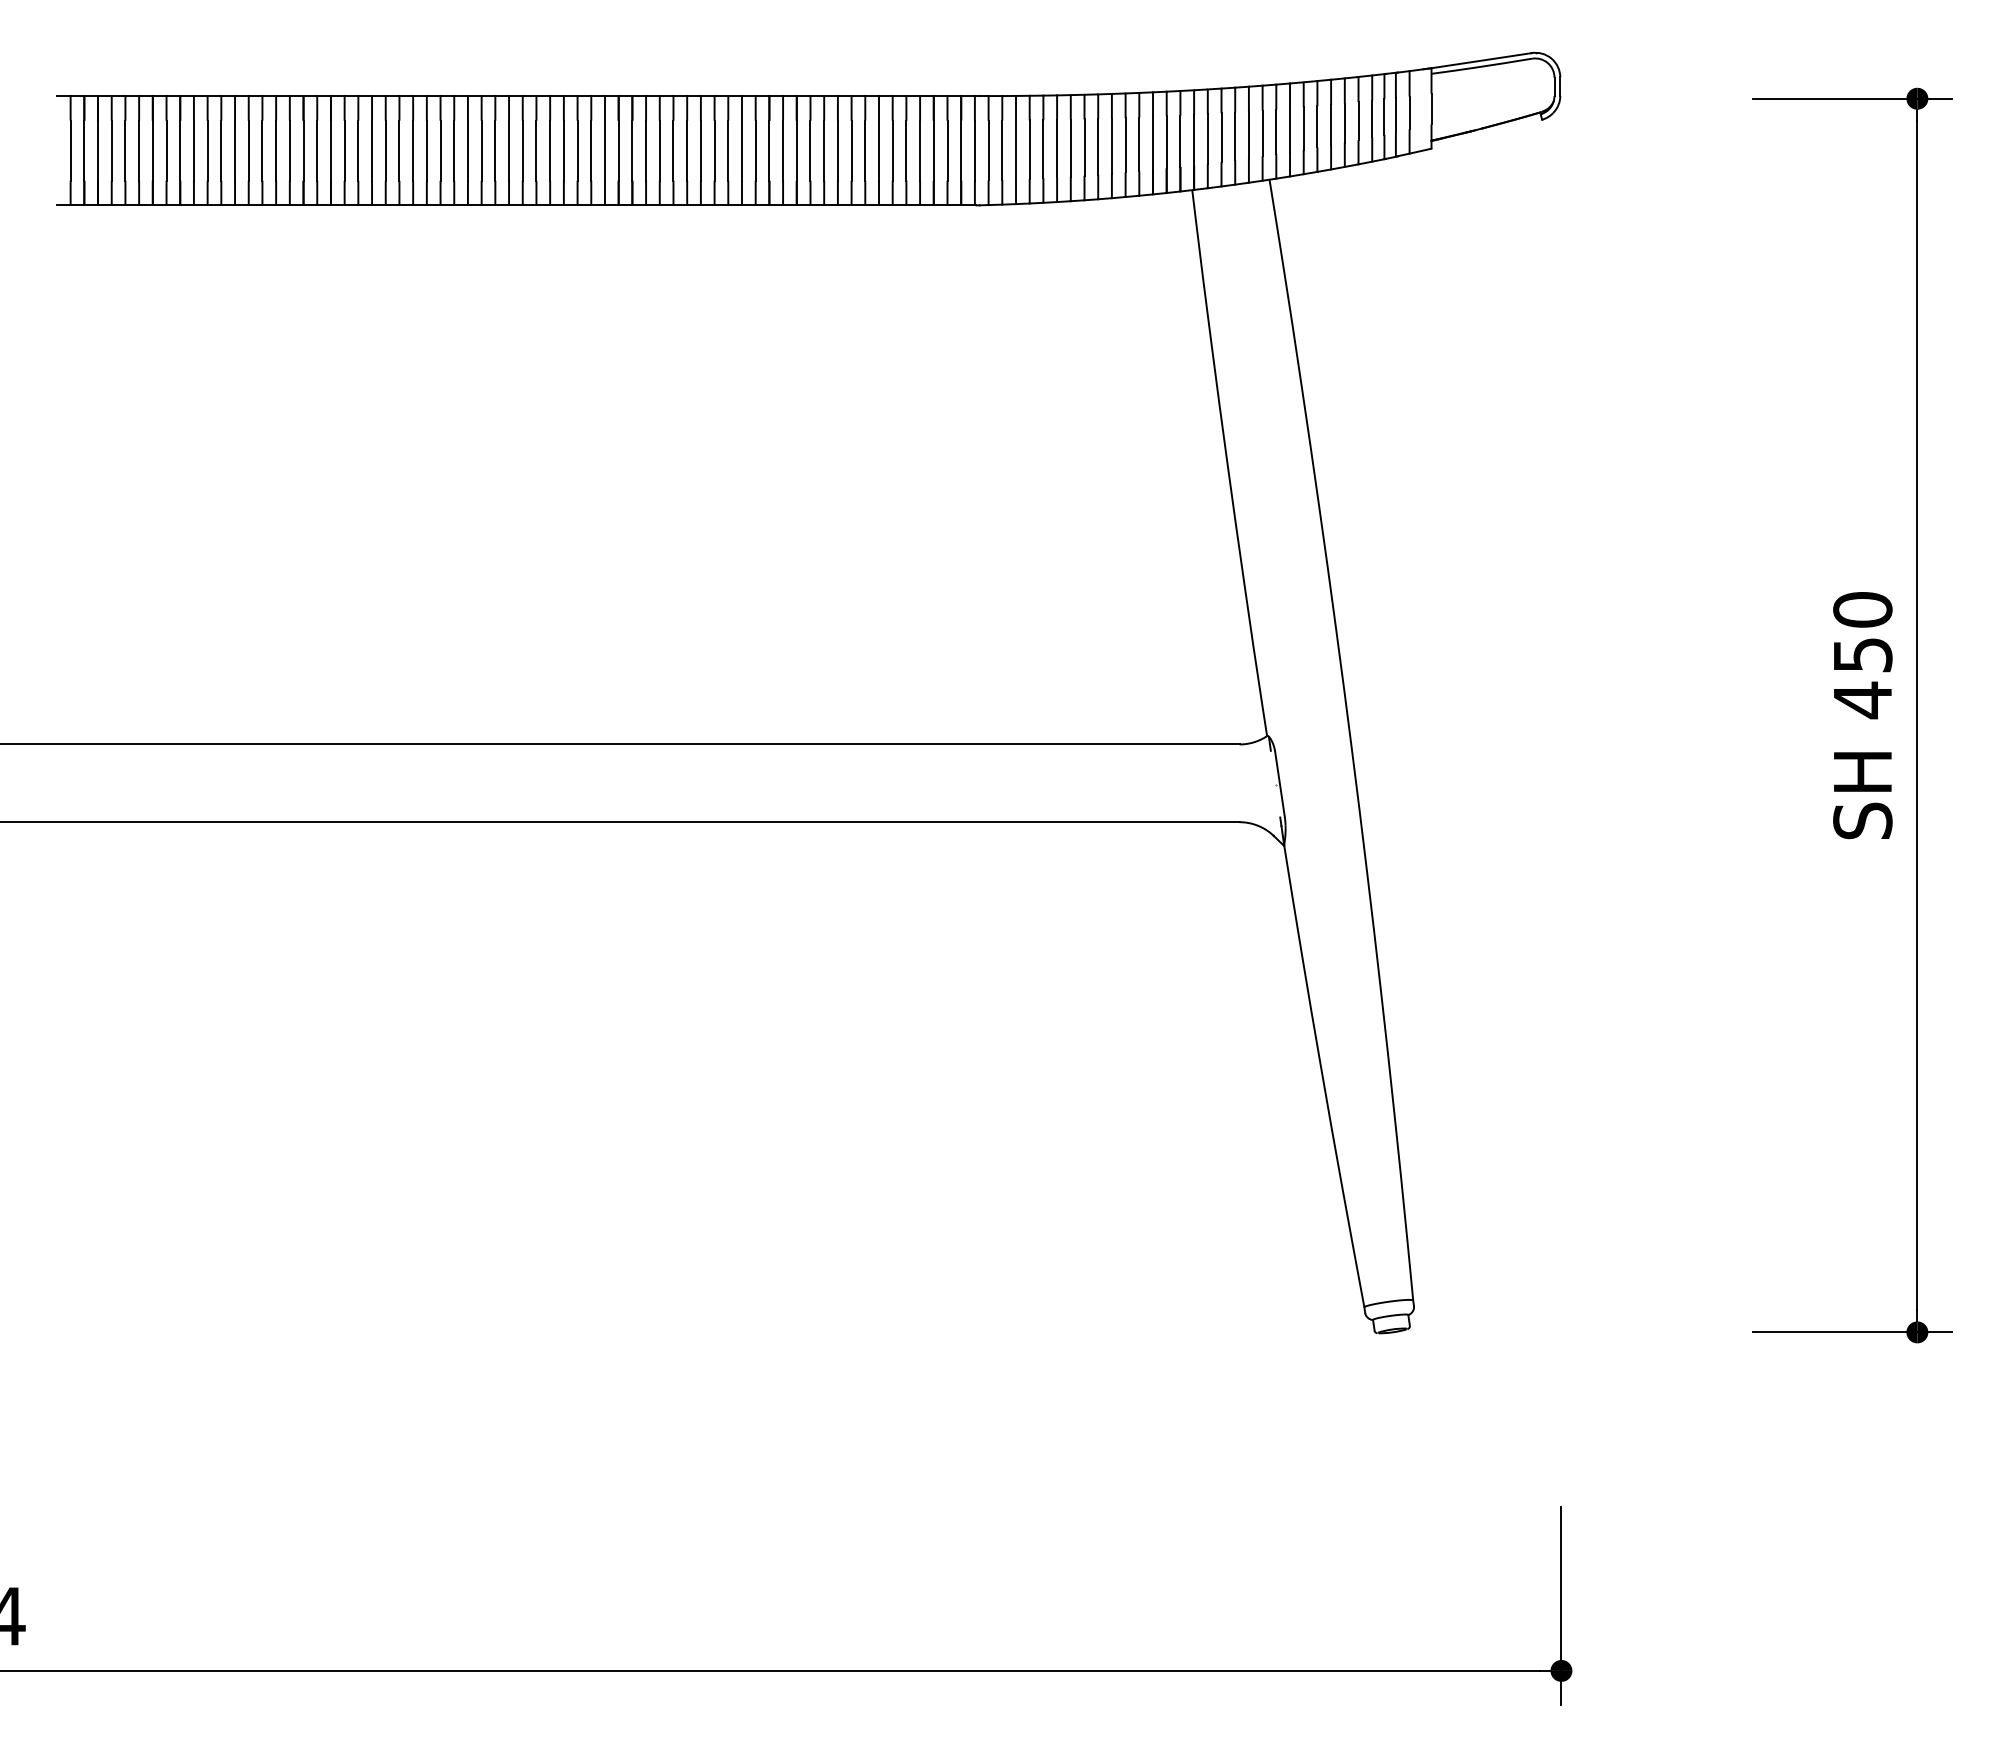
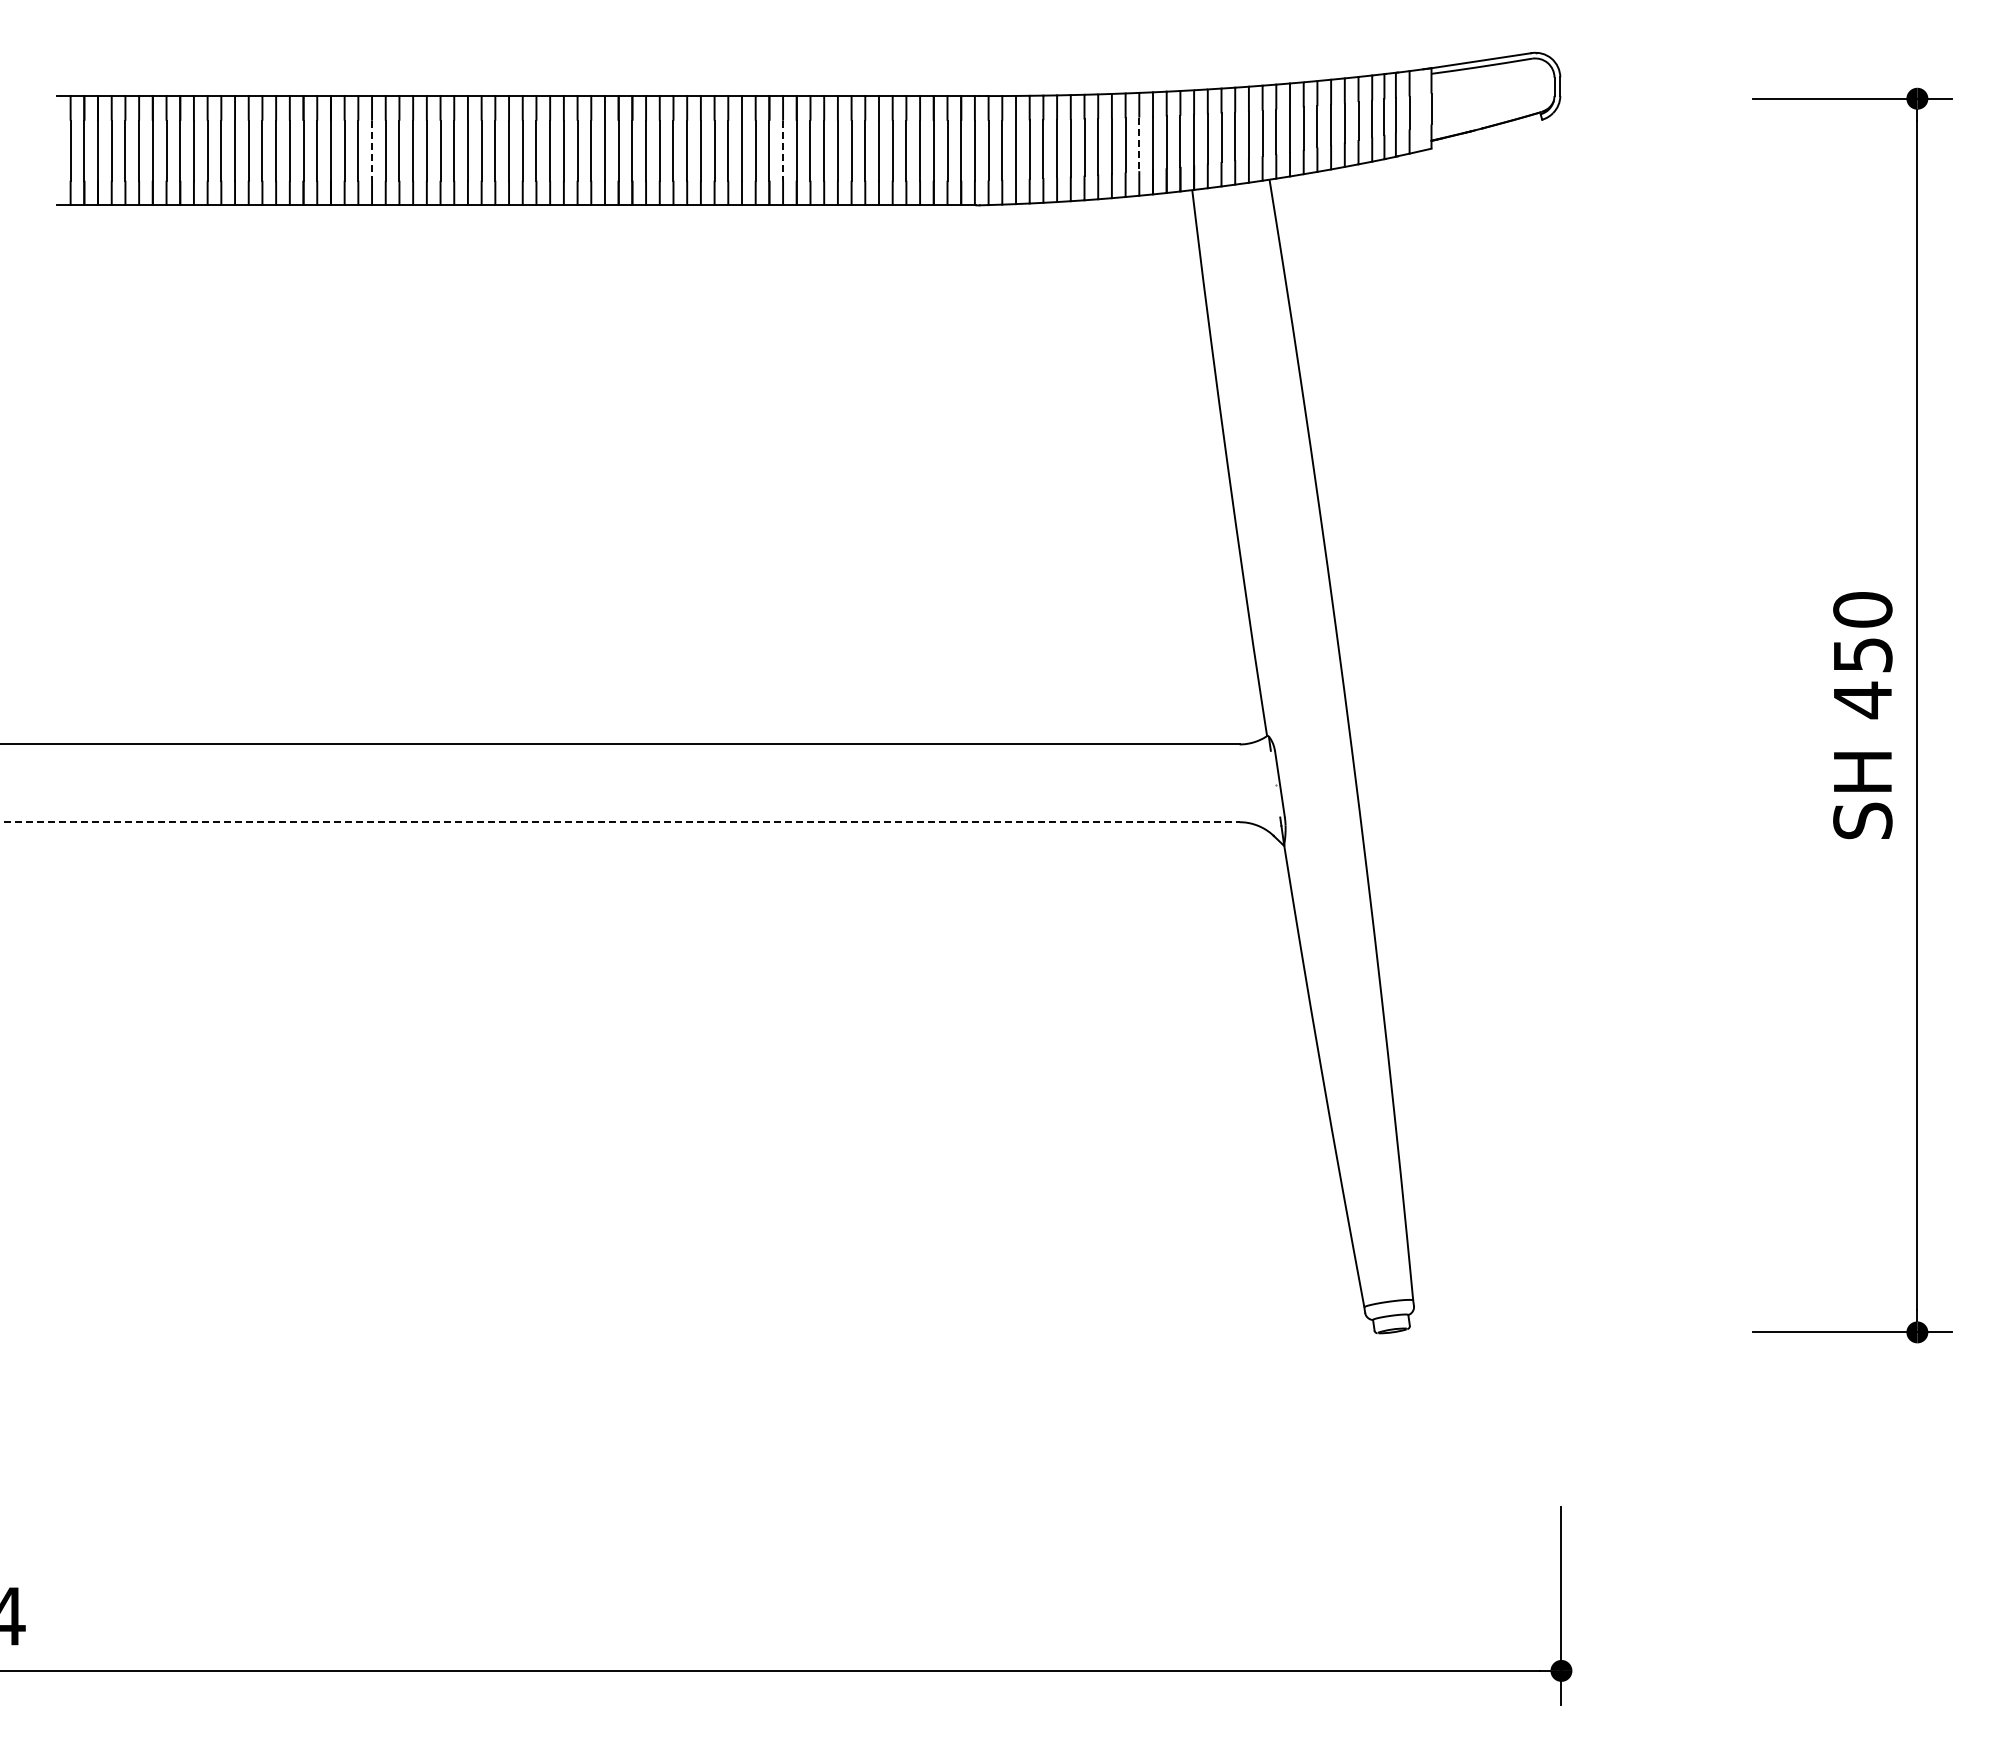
line at (1139, 144): solid -> dashed
line at (372, 151): solid -> dashed
line at (783, 151): solid -> dashed
line at (620, 822): solid -> dashed
